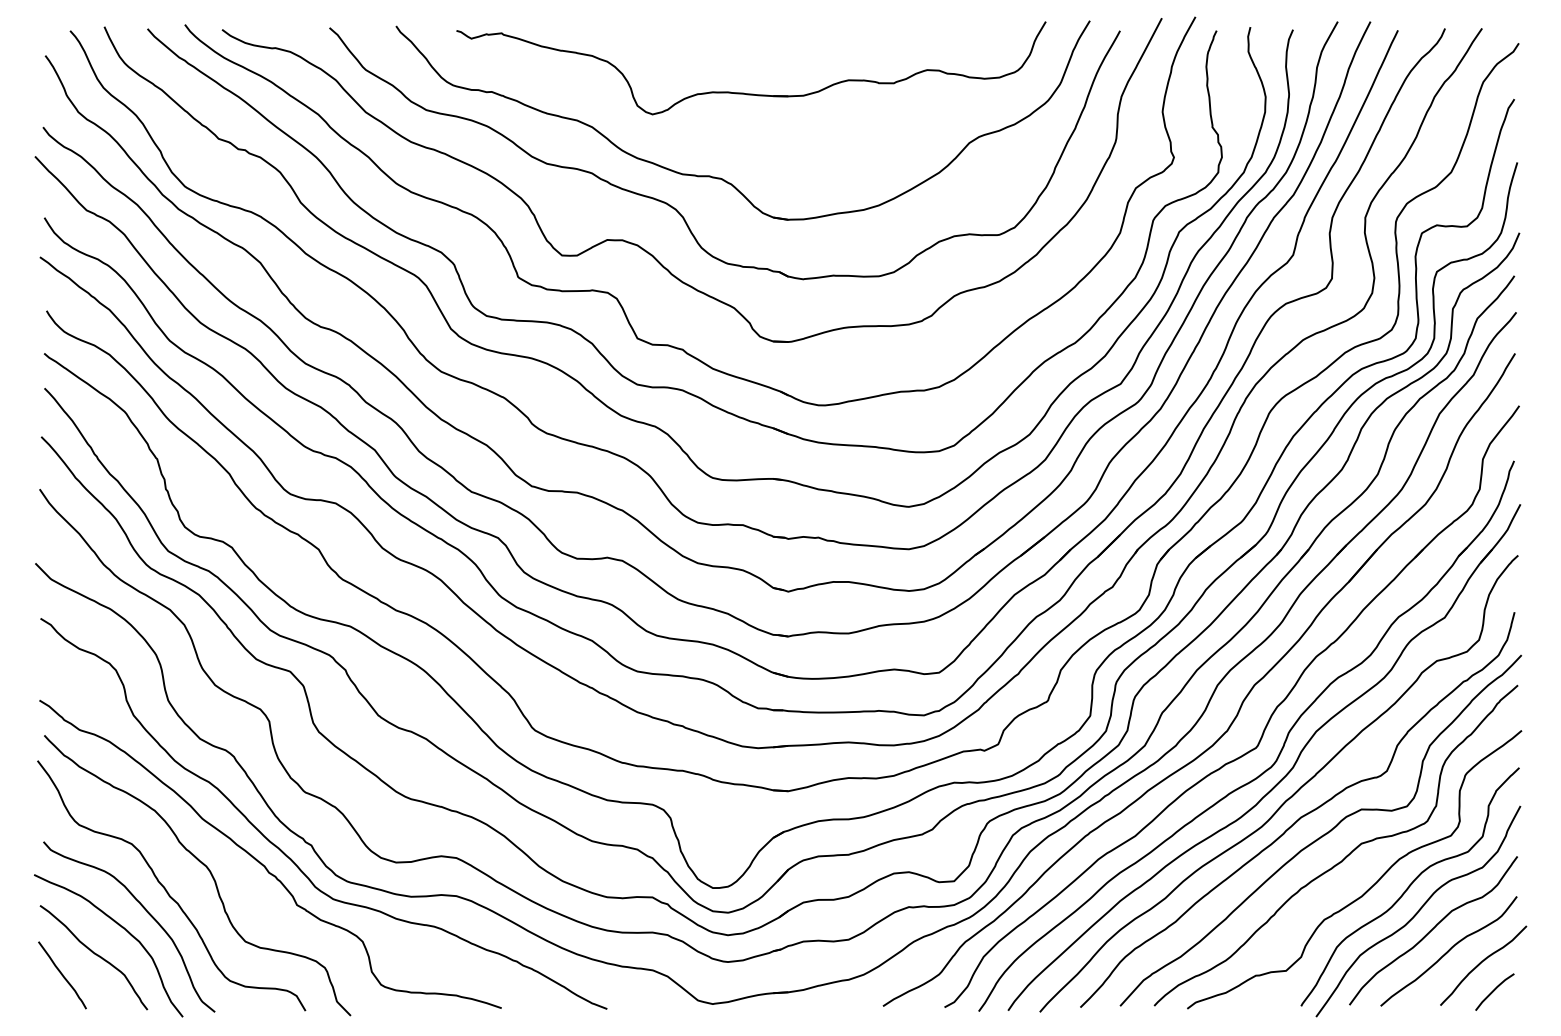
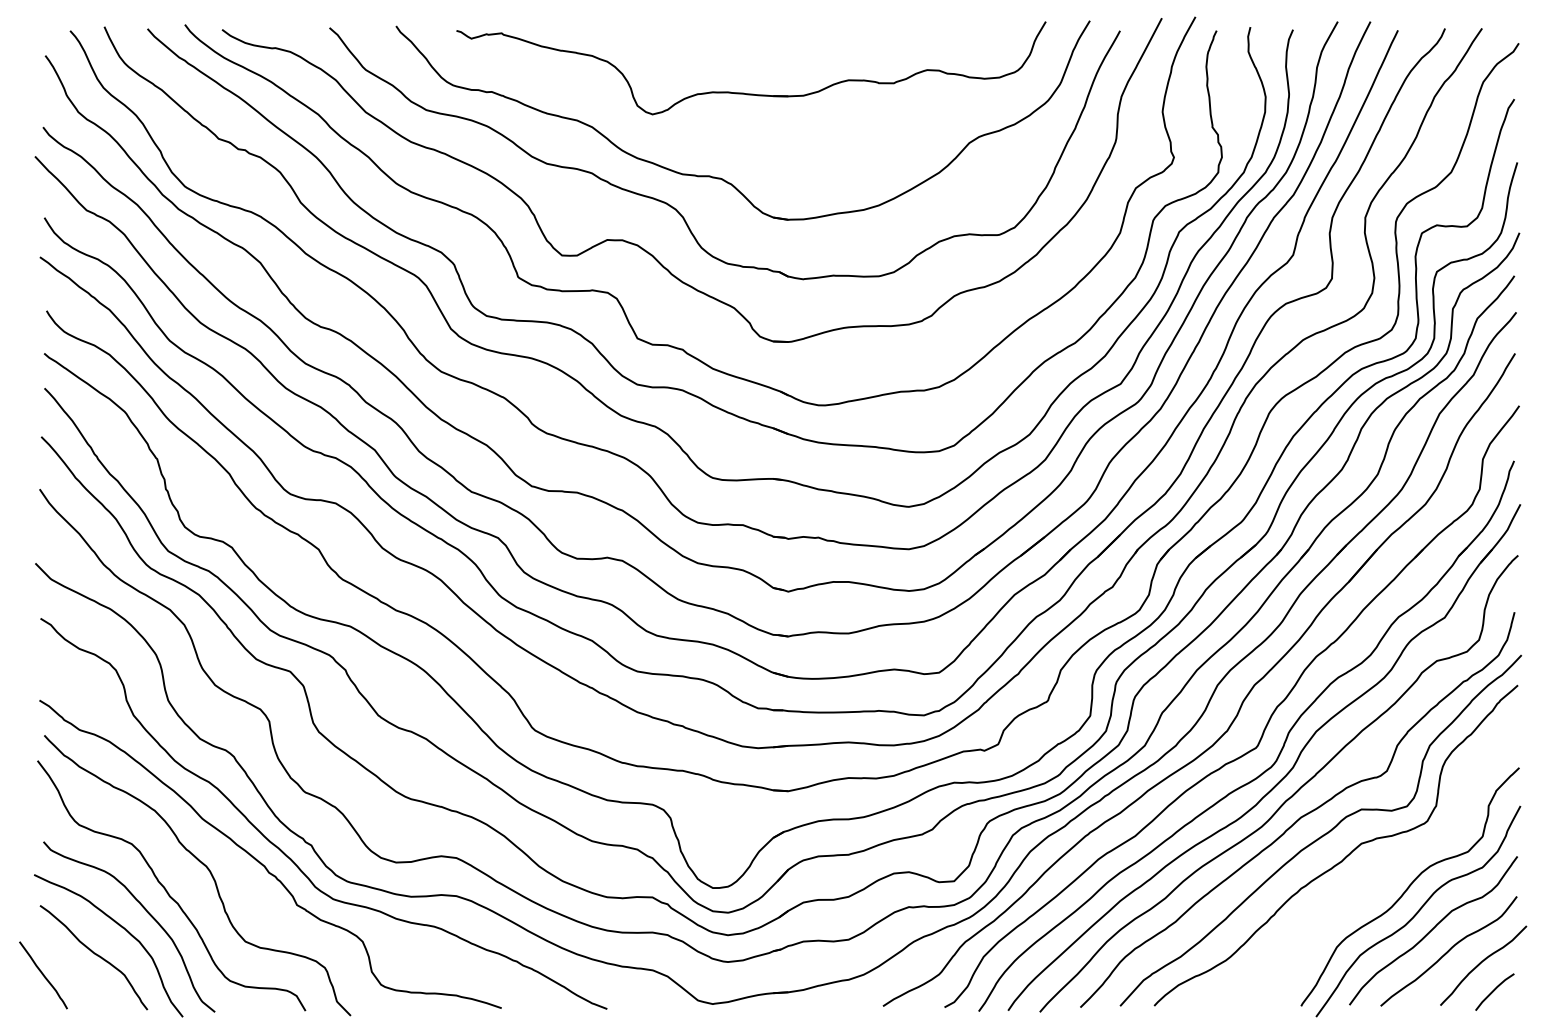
curve at (1370, 886): present -> none
curve at (62, 975) position: (62, 975) -> (43, 975)
